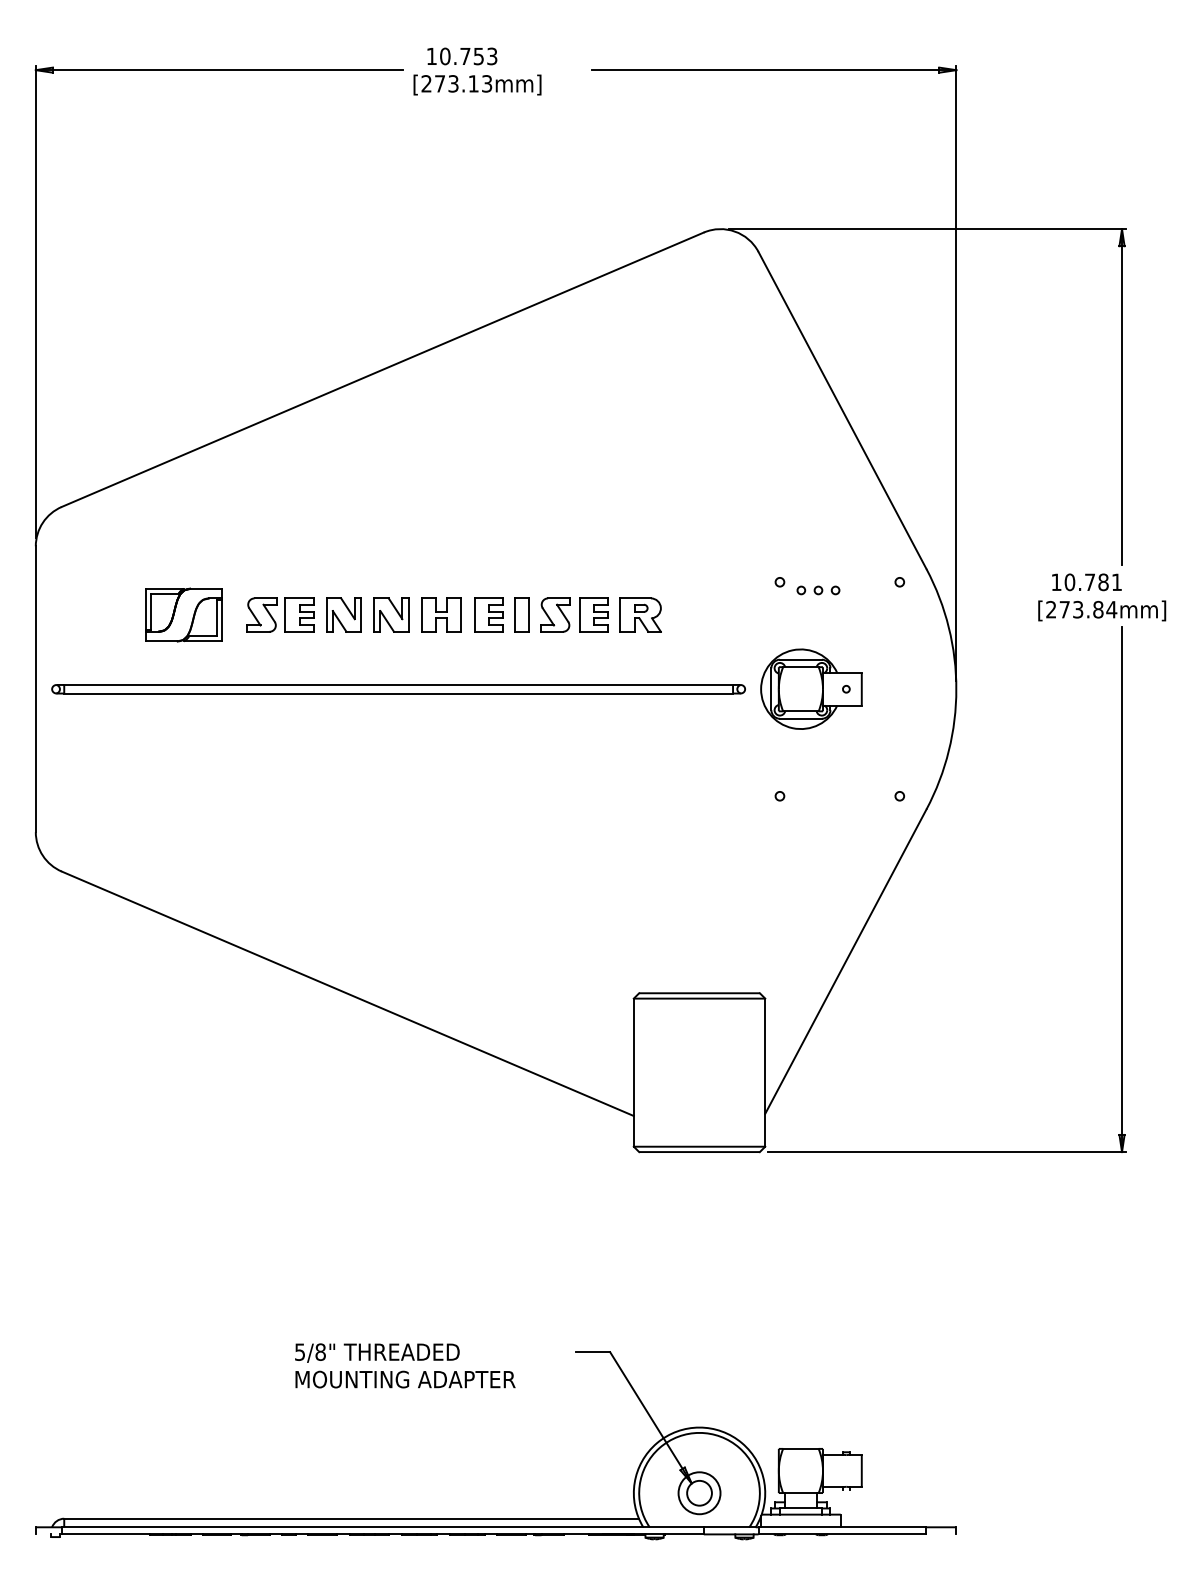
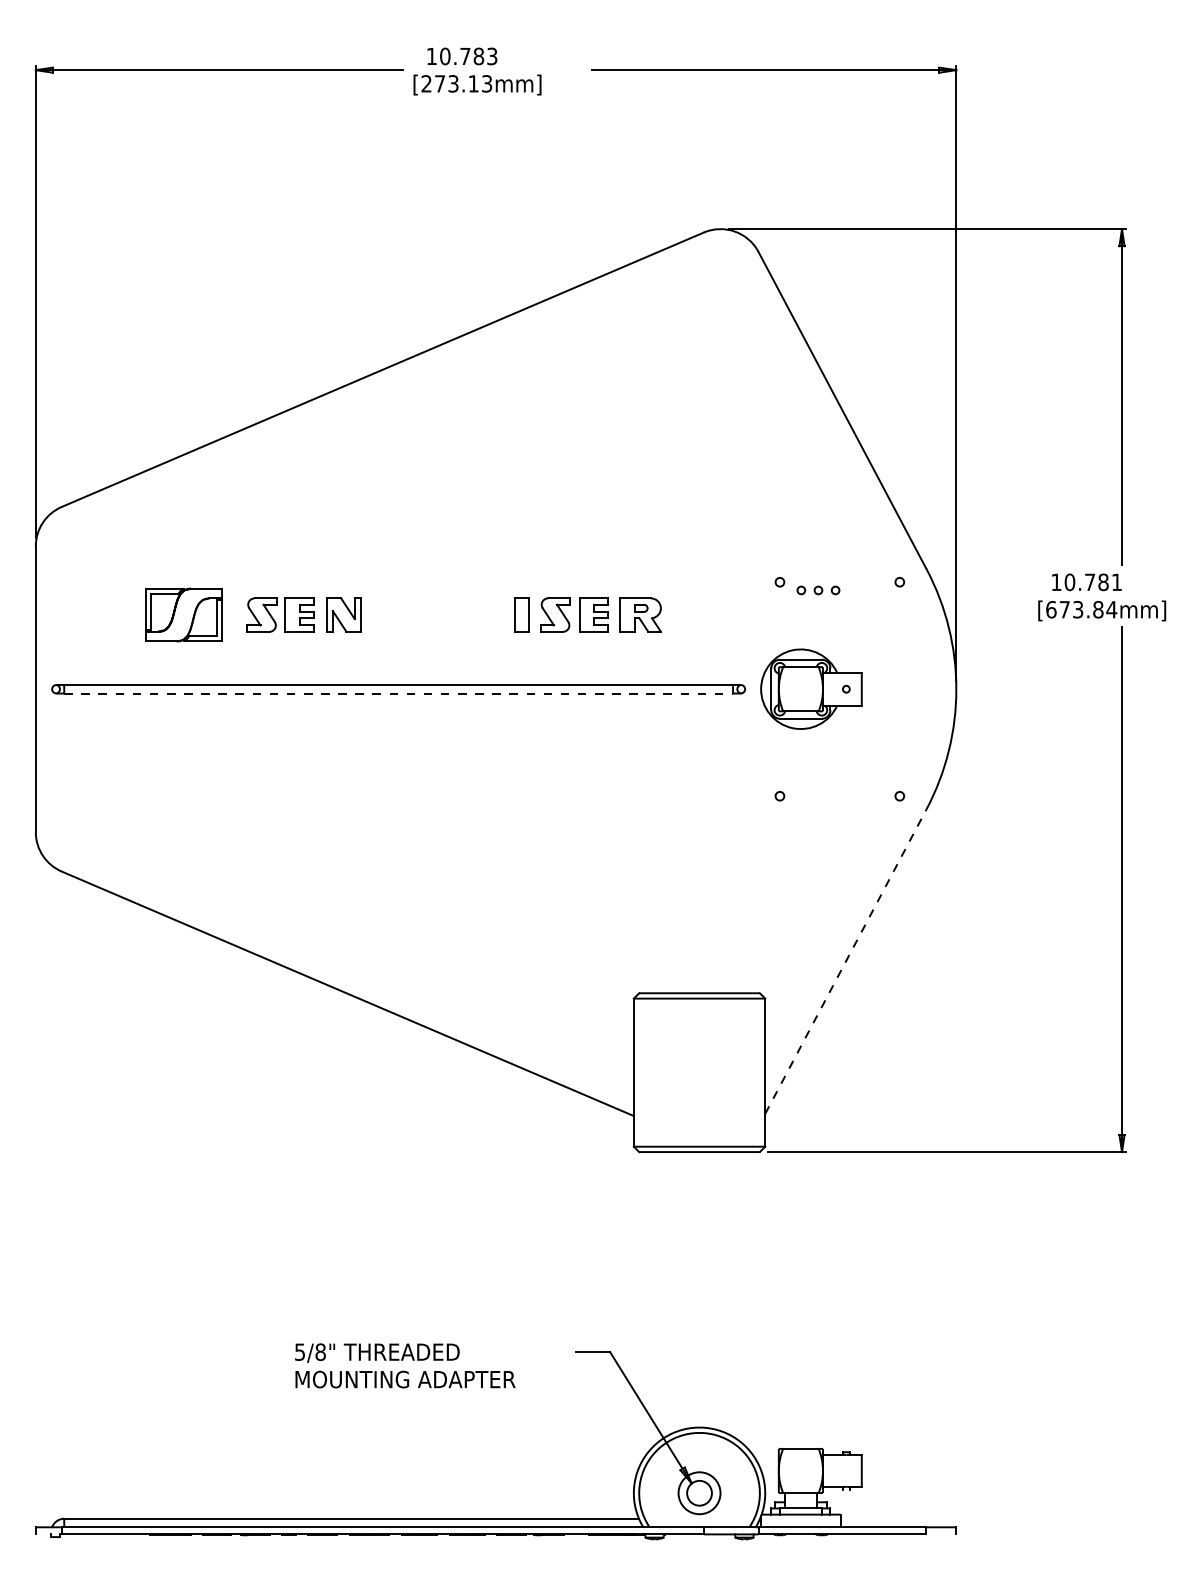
text at (478, 56): 10.753 -> 10.783
text at (1051, 609): [273.84mm] -> [673.84mm]
part at (391, 614): present -> none
part at (441, 614): present -> none
part at (488, 614): present -> none
line at (399, 693): solid -> dashed
line at (846, 961): solid -> dashed
